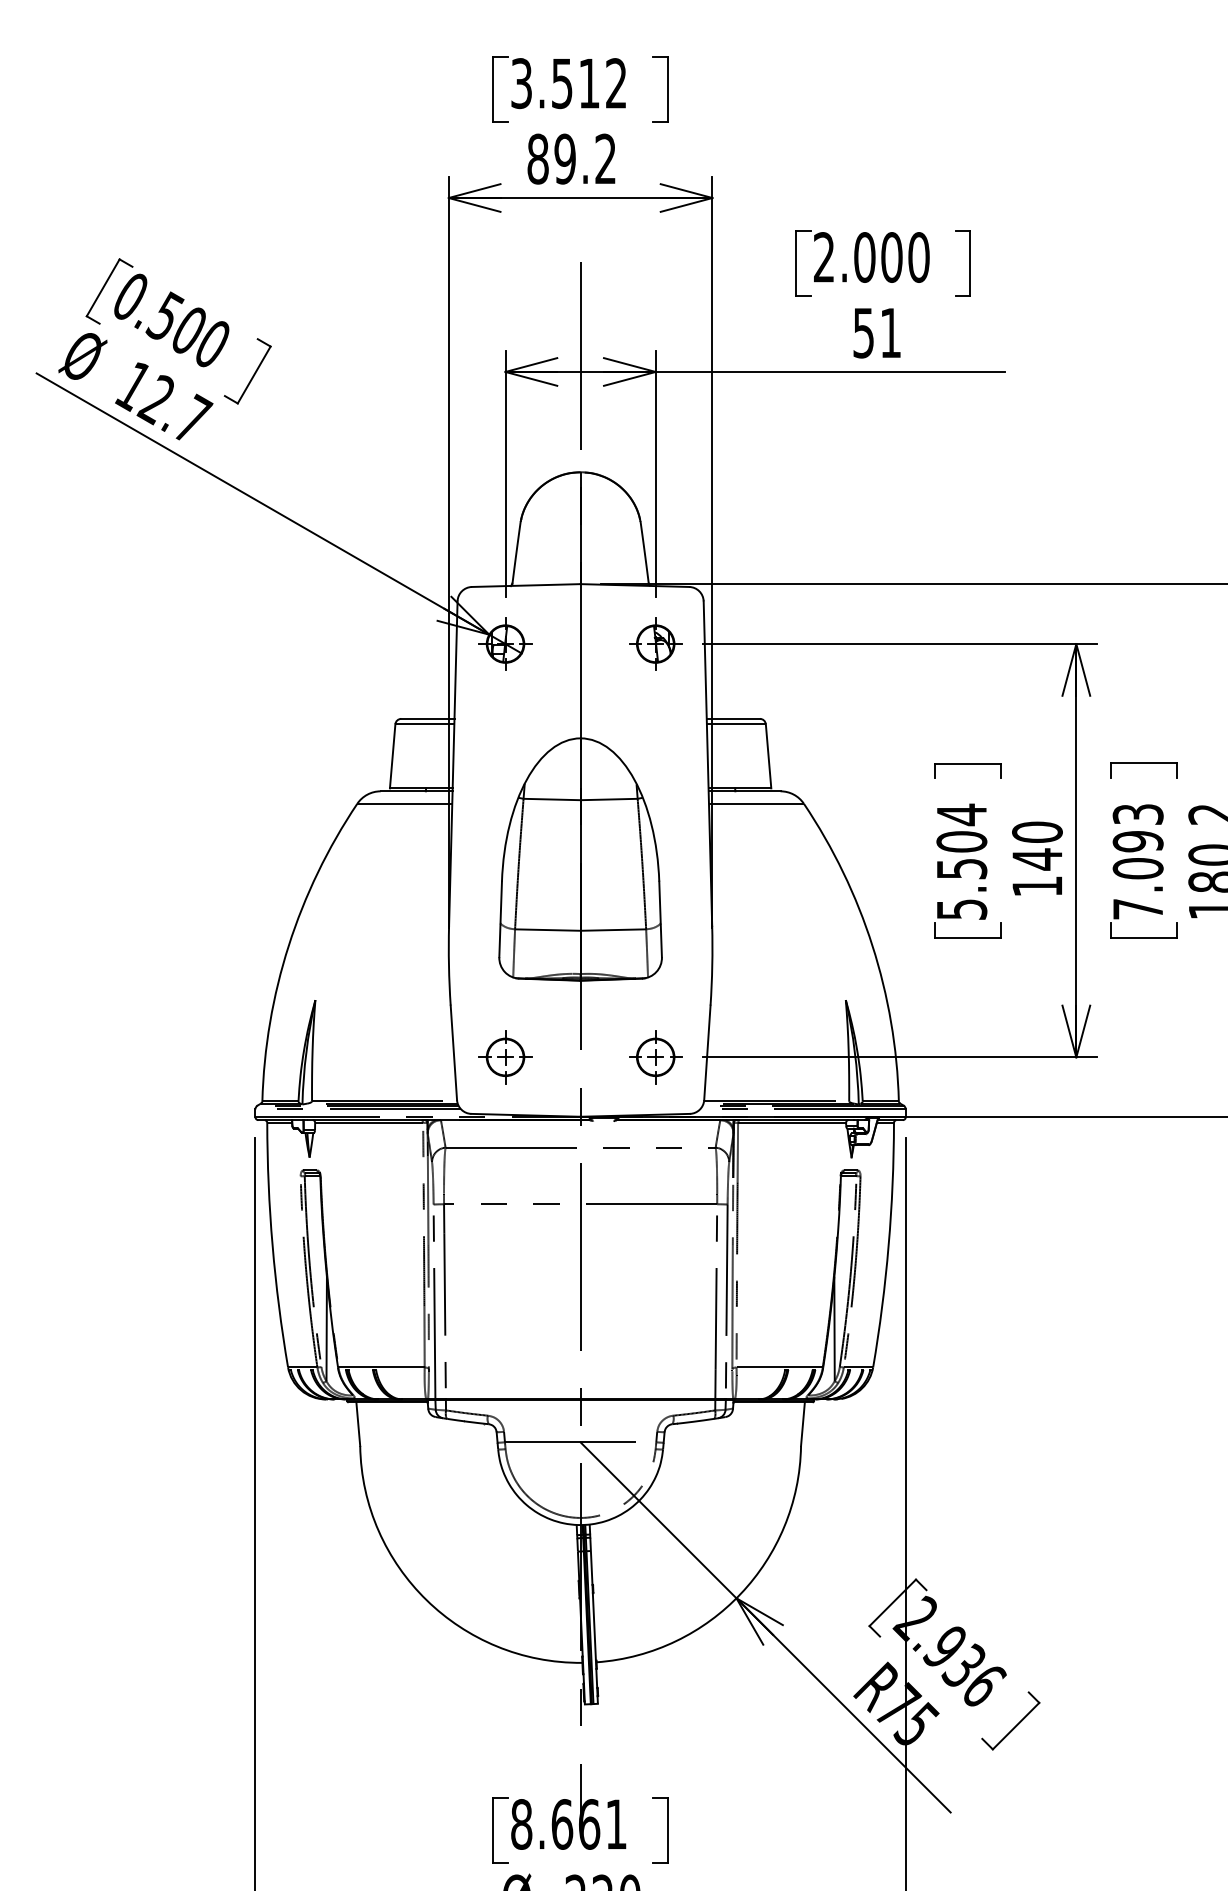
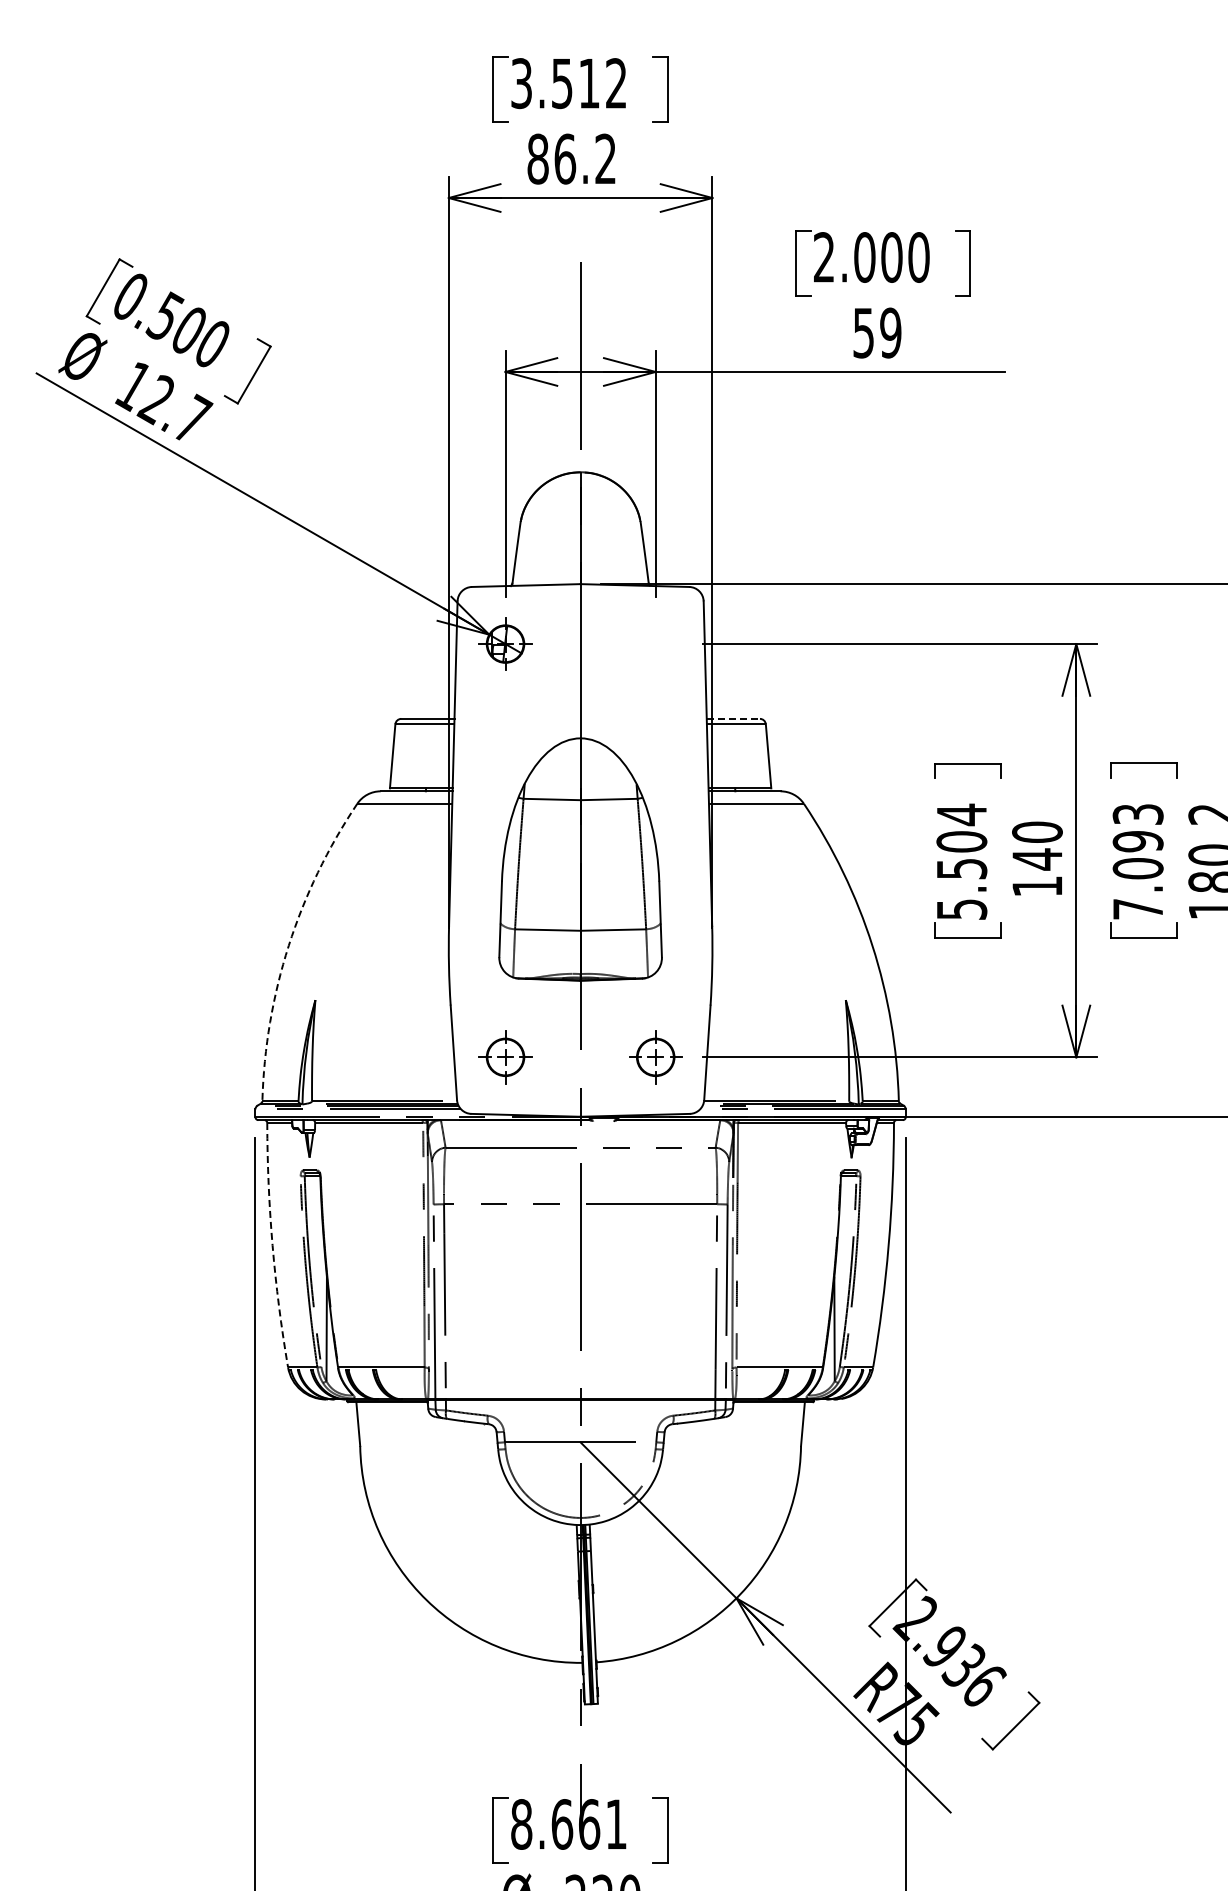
text at (565, 158): 89.2 -> 86.2
text at (890, 332): 51 -> 59
part at (655, 643): present -> none
line at (733, 718): solid -> dashed
arc at (288, 945): solid -> dashed
arc at (272, 1245): solid -> dashed
